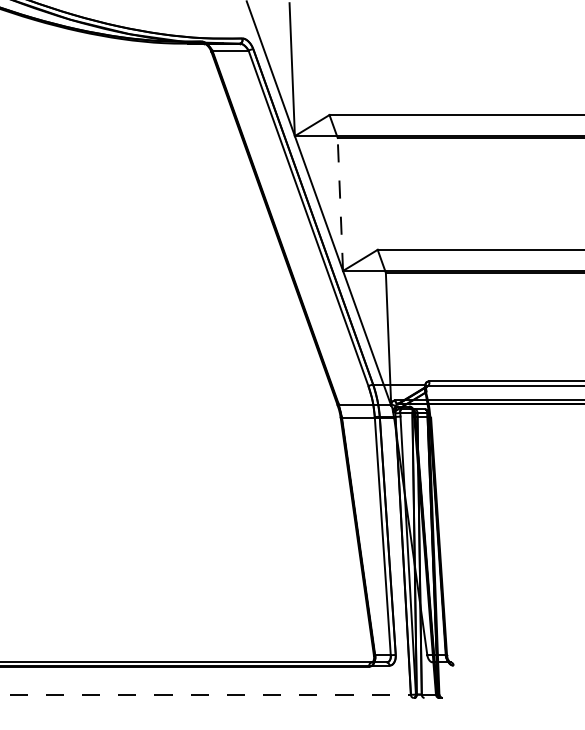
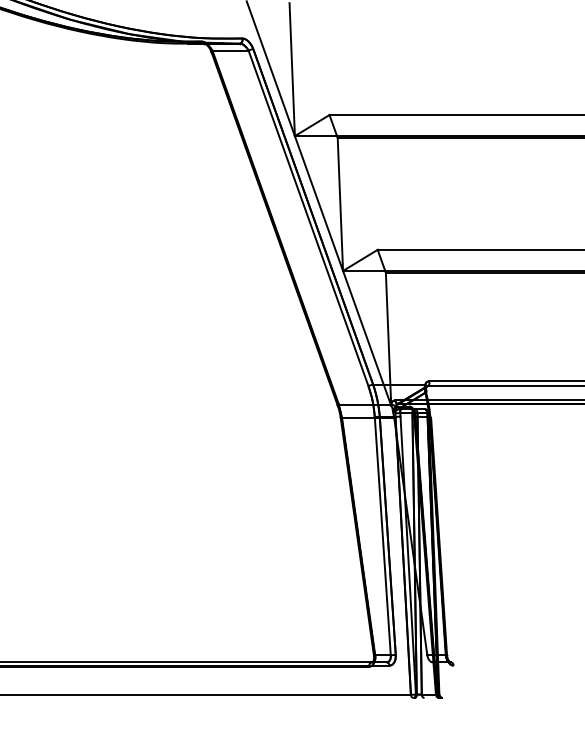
line at (340, 204): dashed -> solid
line at (205, 694): dashed -> solid
